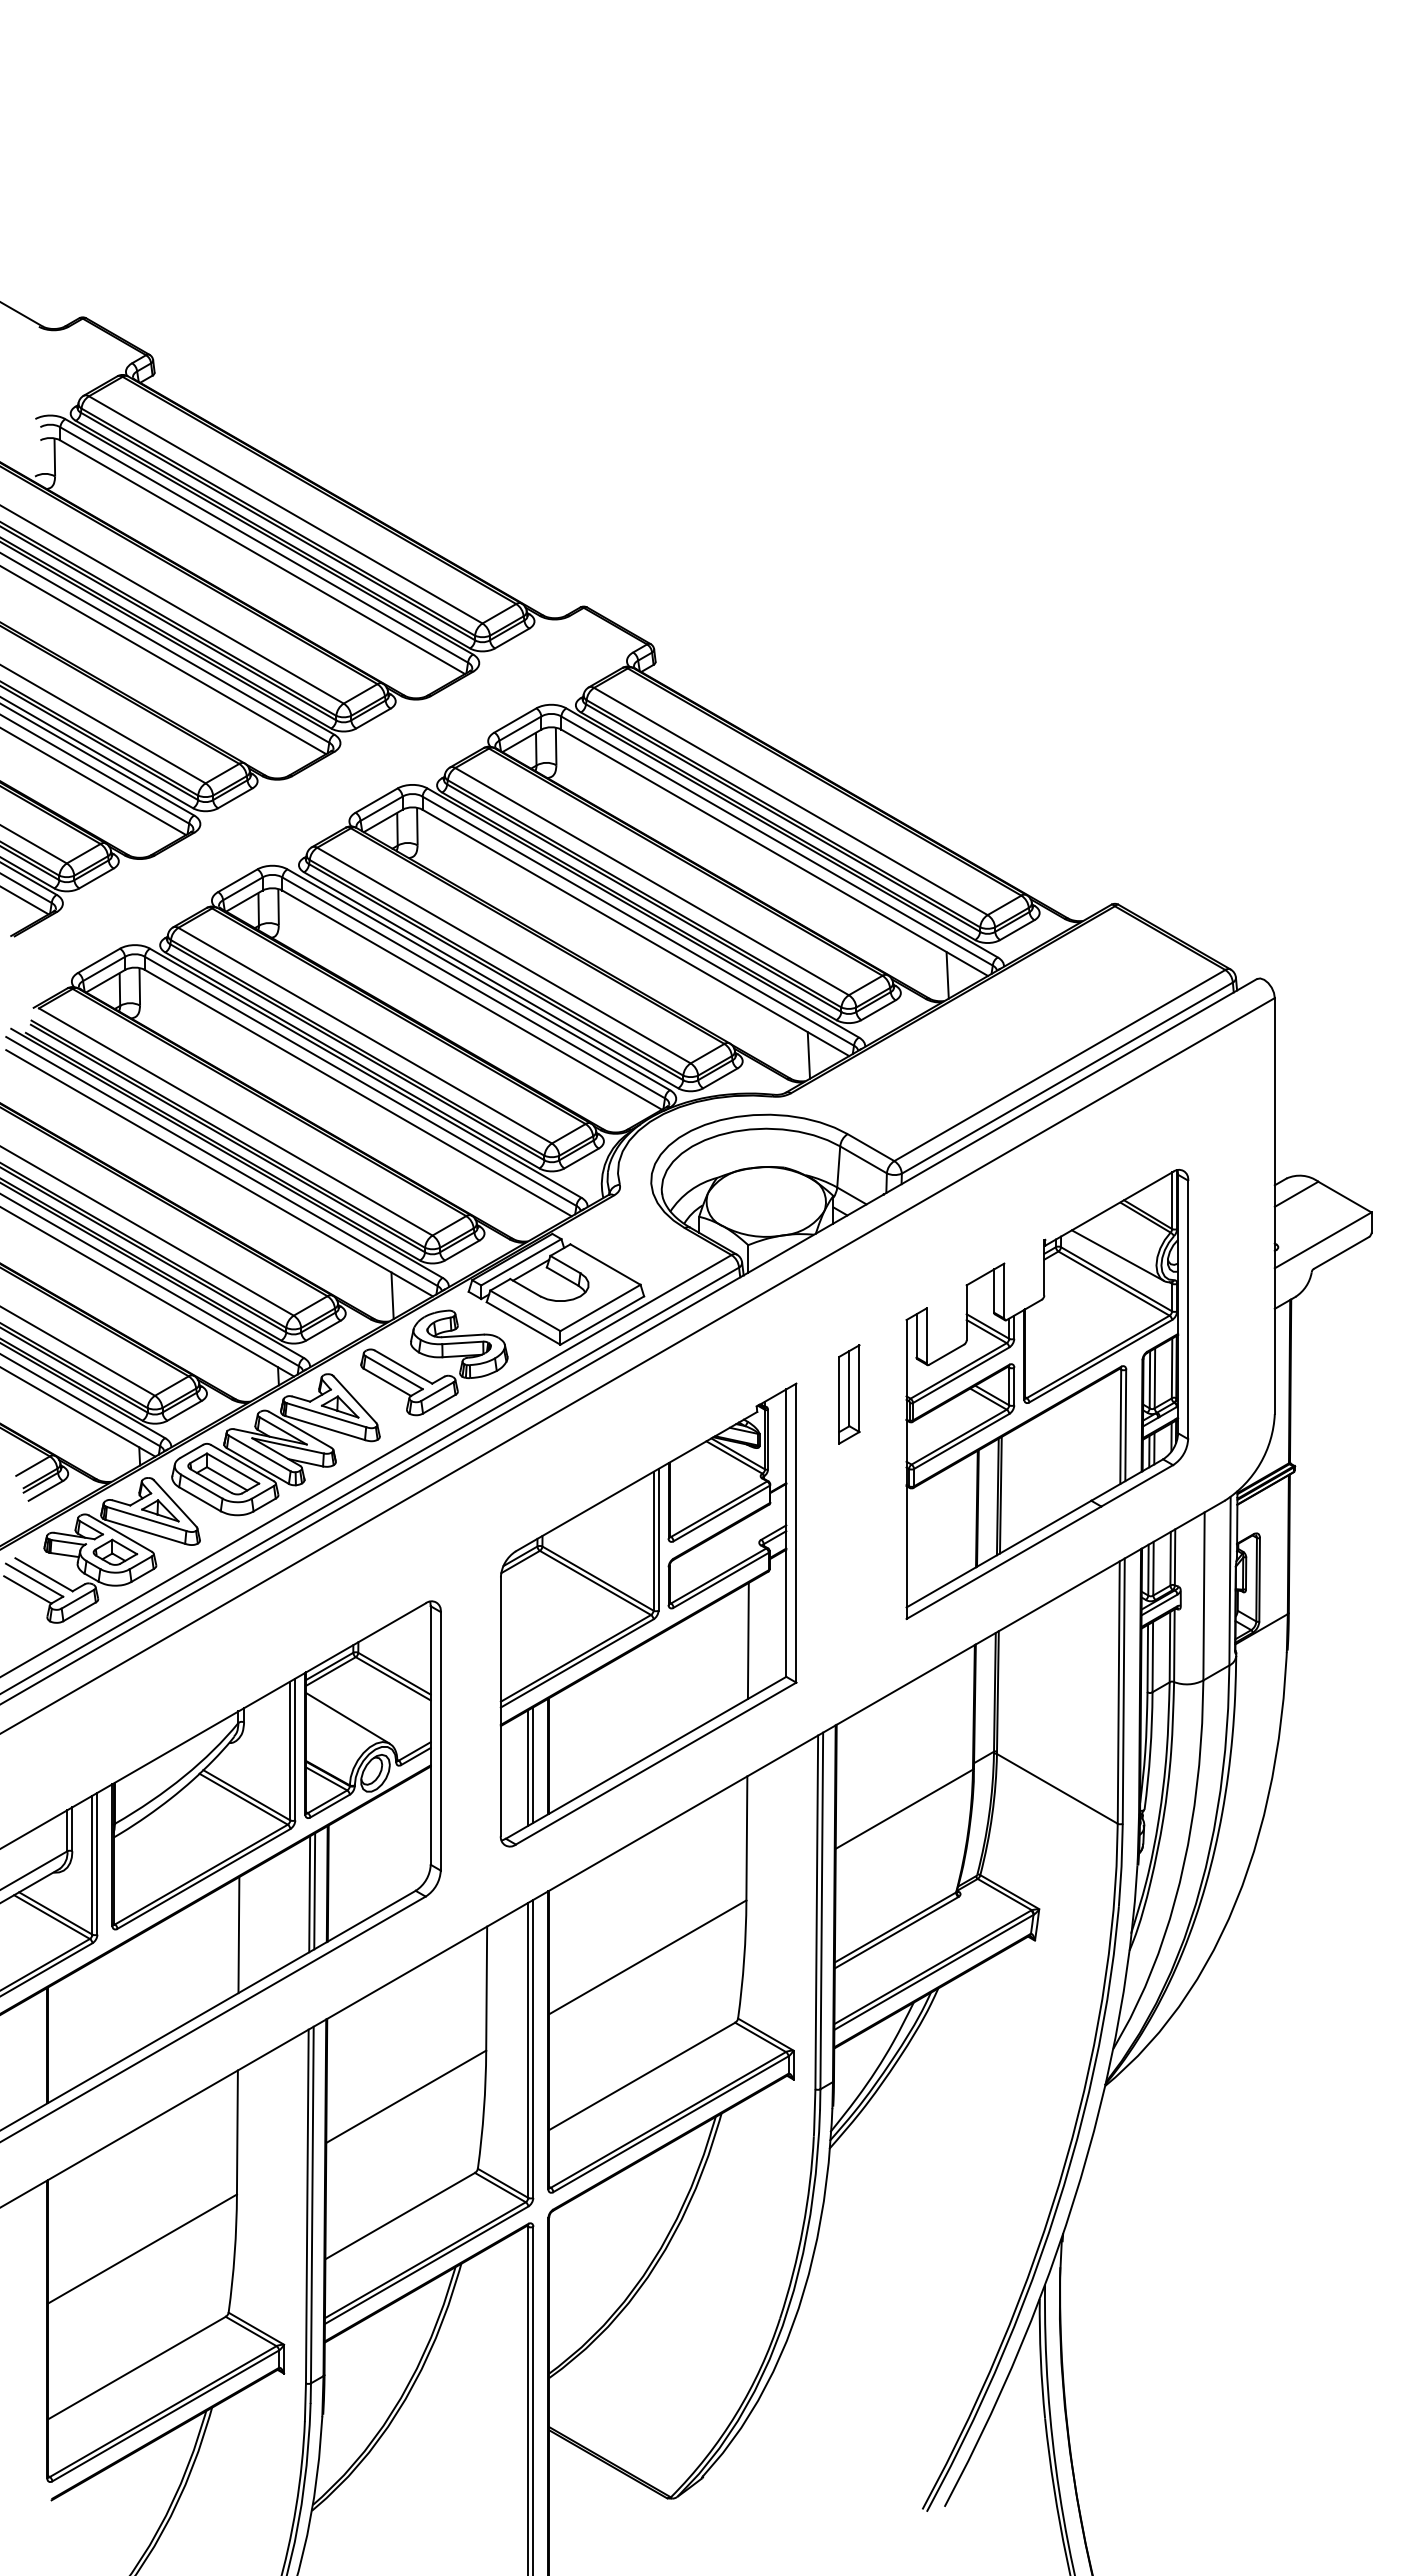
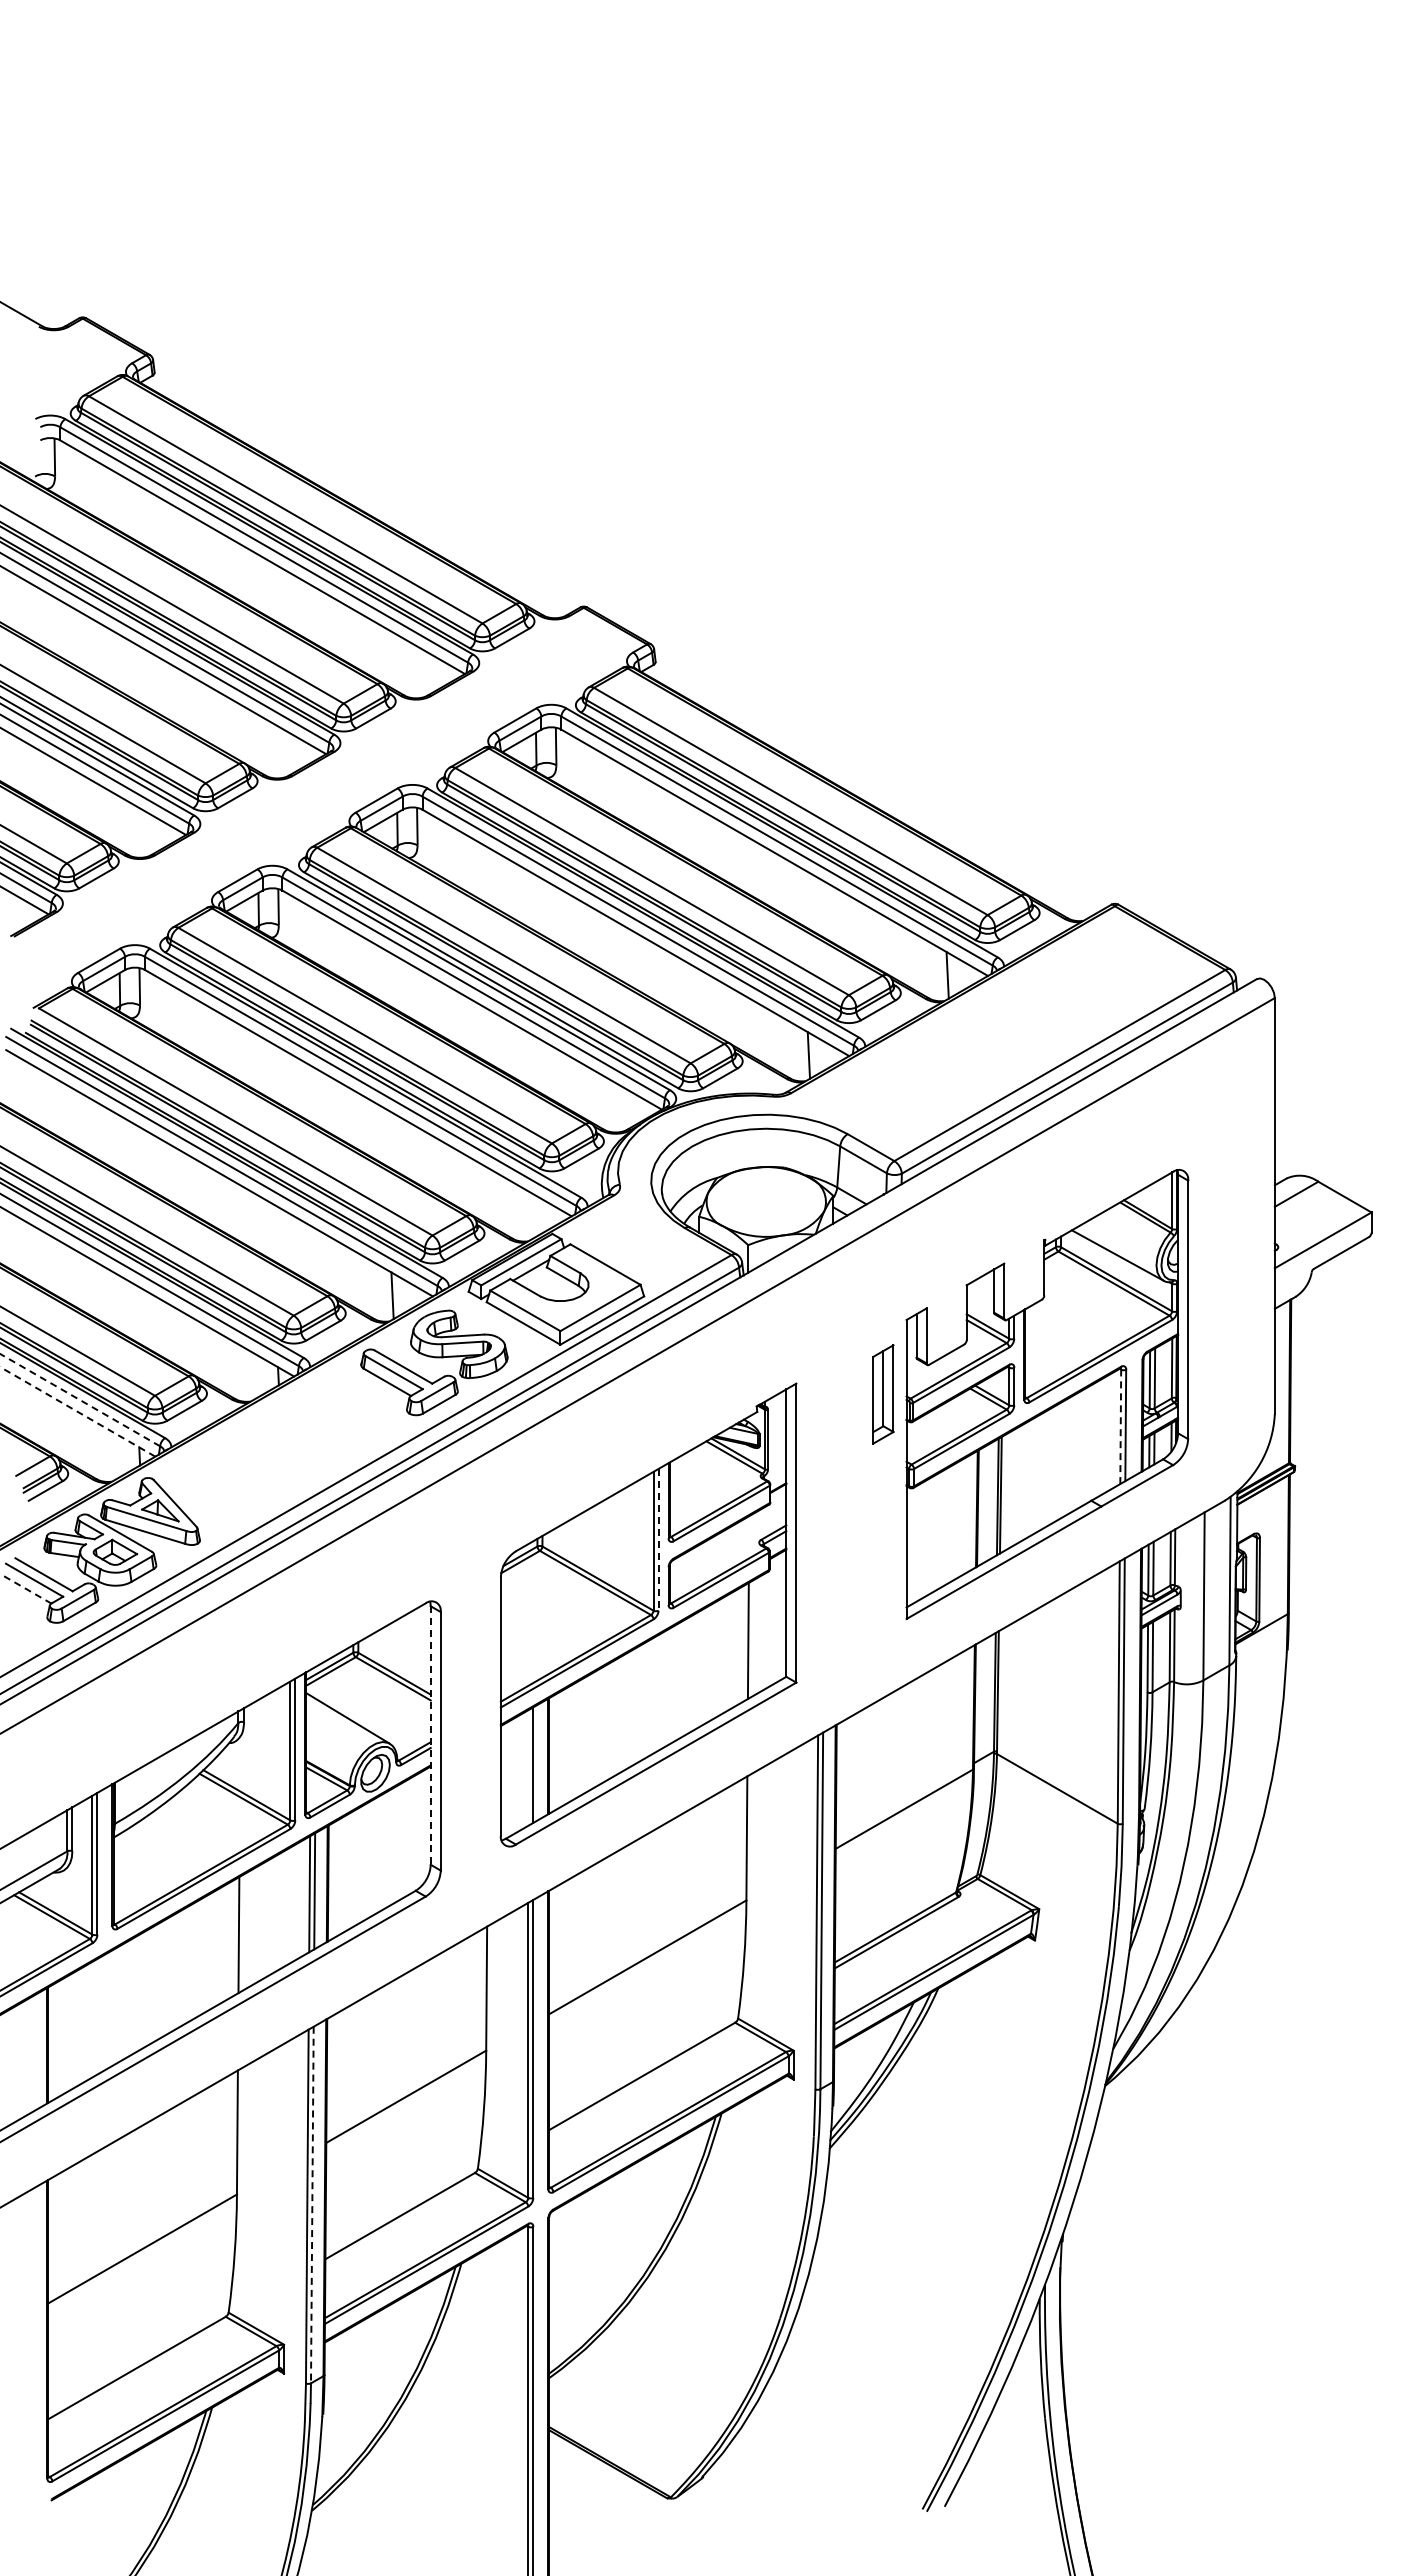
part at (849, 1394) position: (849, 1394) -> (883, 1394)
line at (79, 1399): solid -> dashed
line at (77, 1411): solid -> dashed
line at (1120, 1426): solid -> dashed
part at (275, 1444): present -> none
line at (658, 1539): solid -> dashed
line at (28, 1590): solid -> dashed
line at (430, 1736): solid -> dashed
line at (528, 1767): present -> none
line at (312, 2205): solid -> dashed
